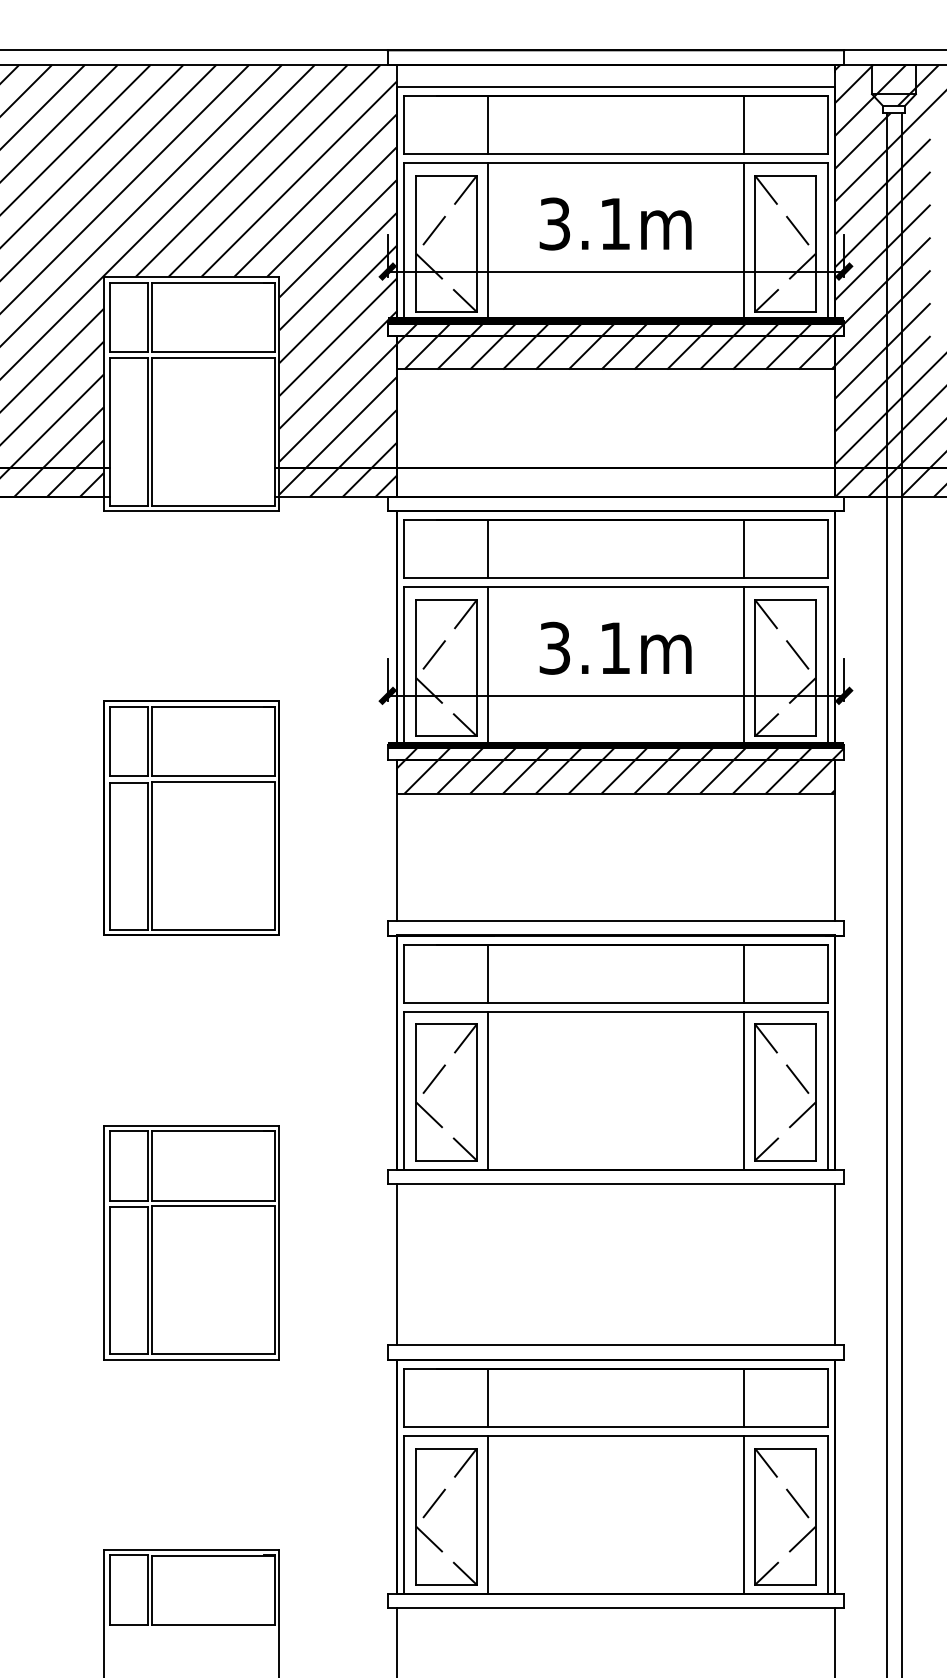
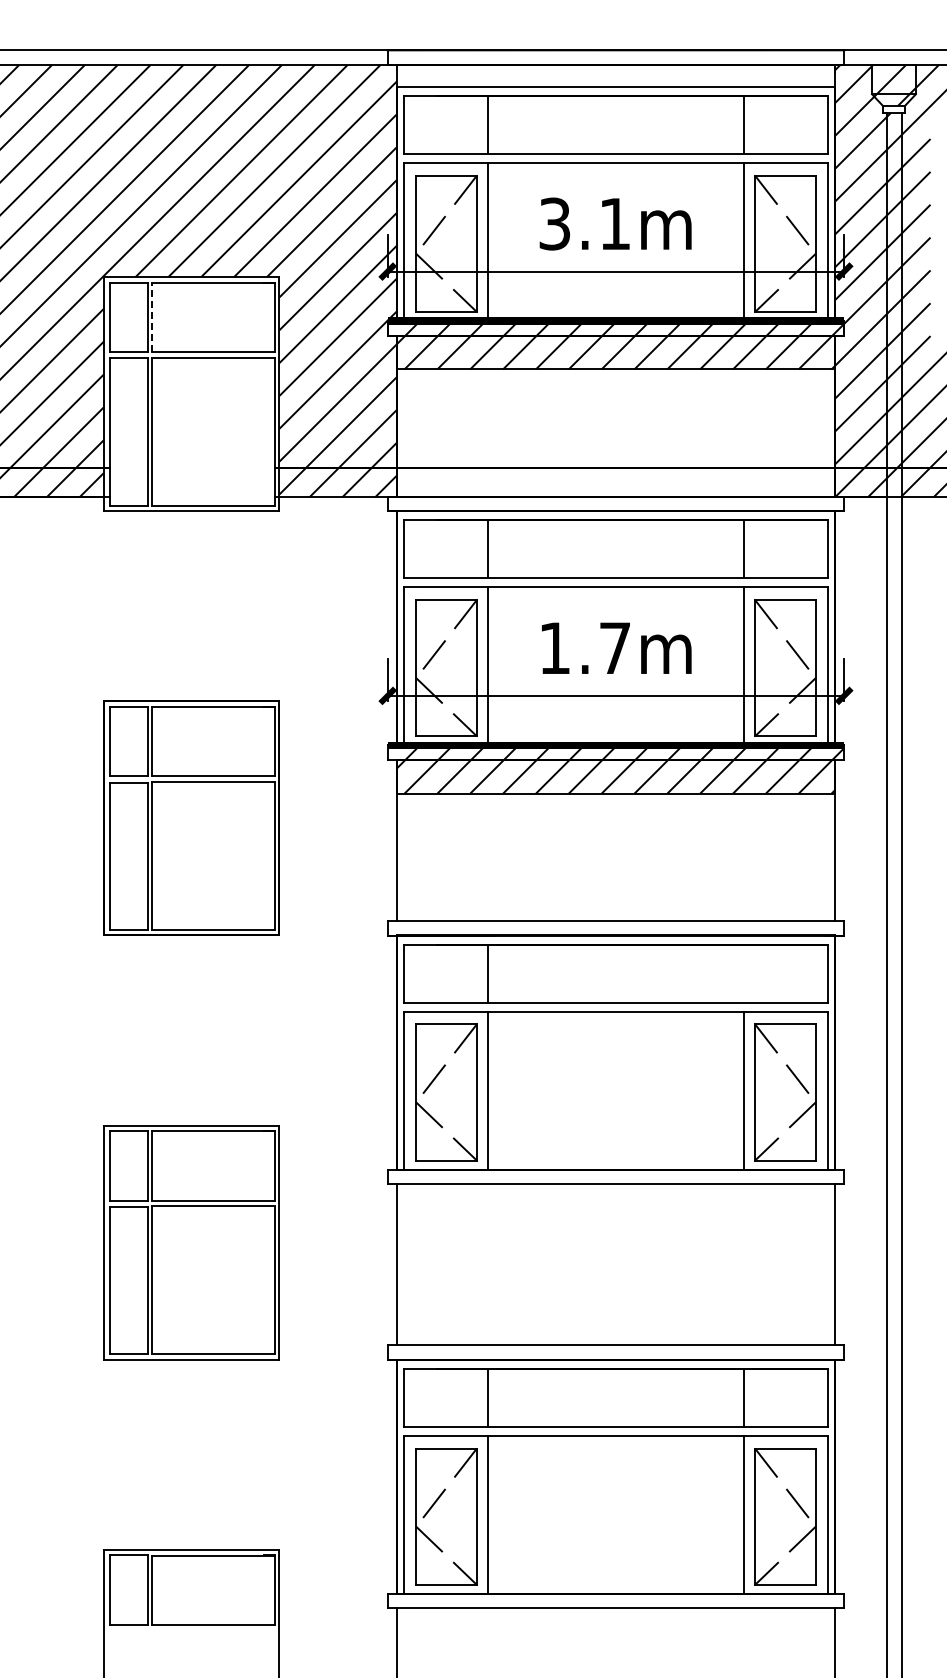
line at (152, 317): solid -> dashed
text at (584, 647): 3.1m -> 1.7m
line at (744, 973): present -> none
